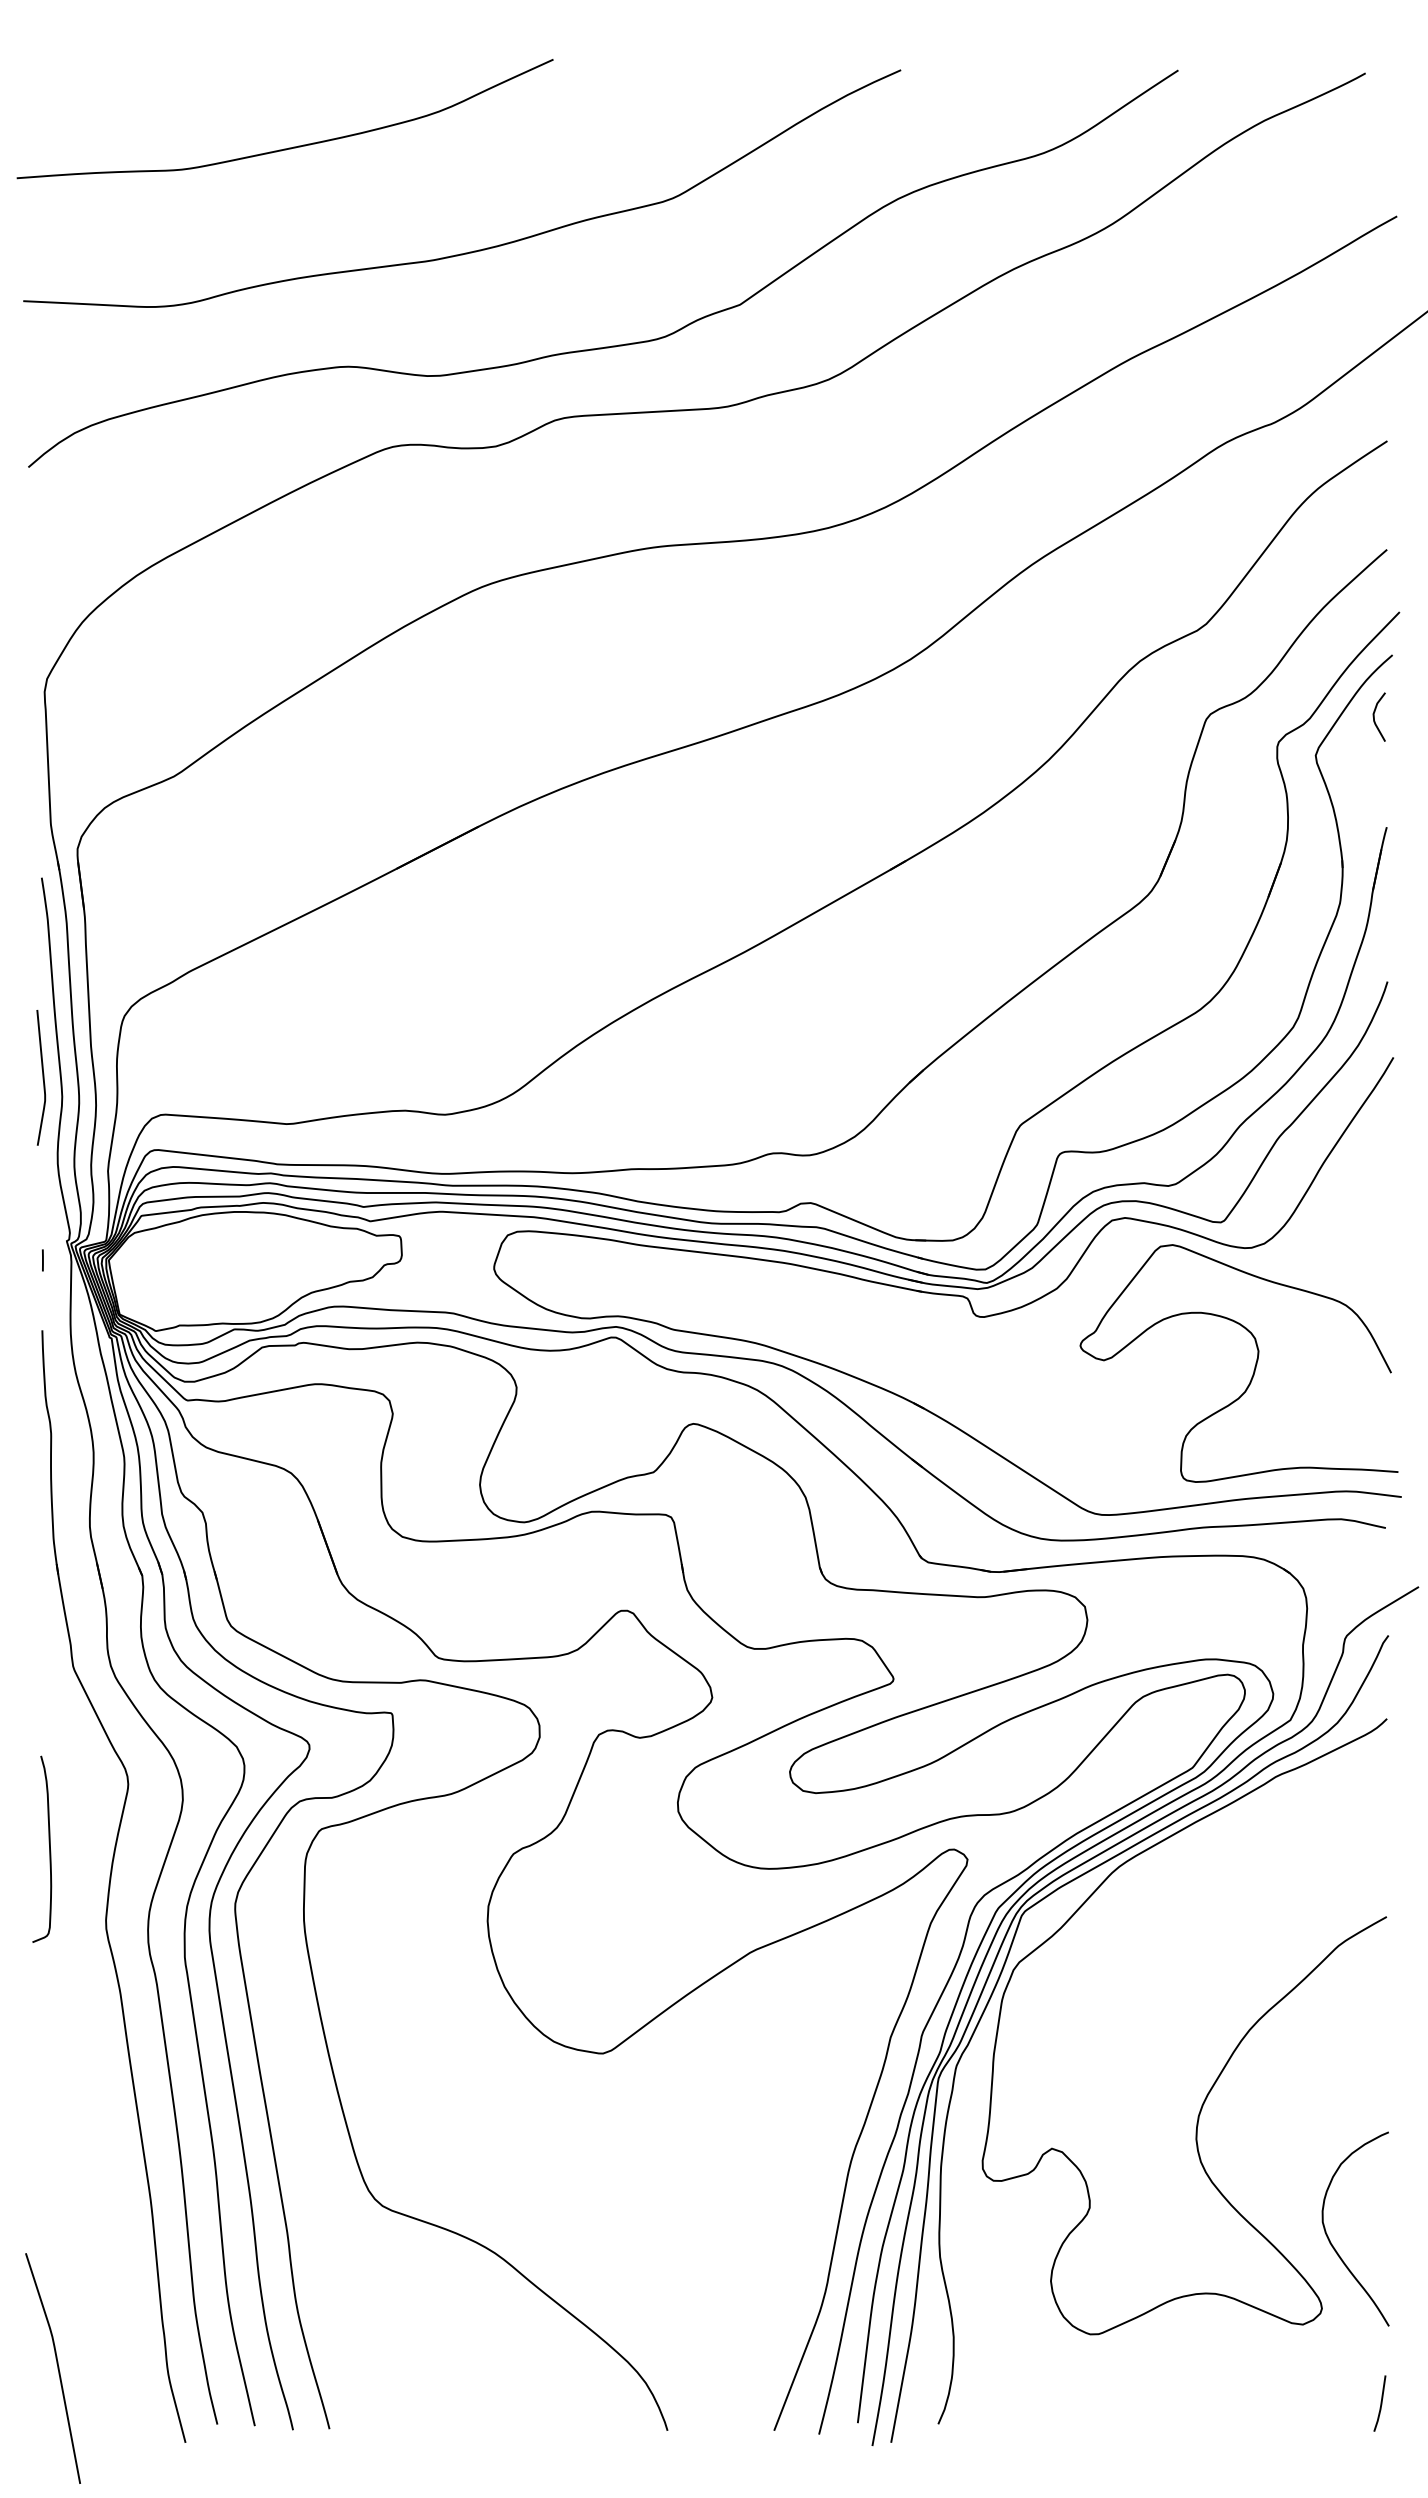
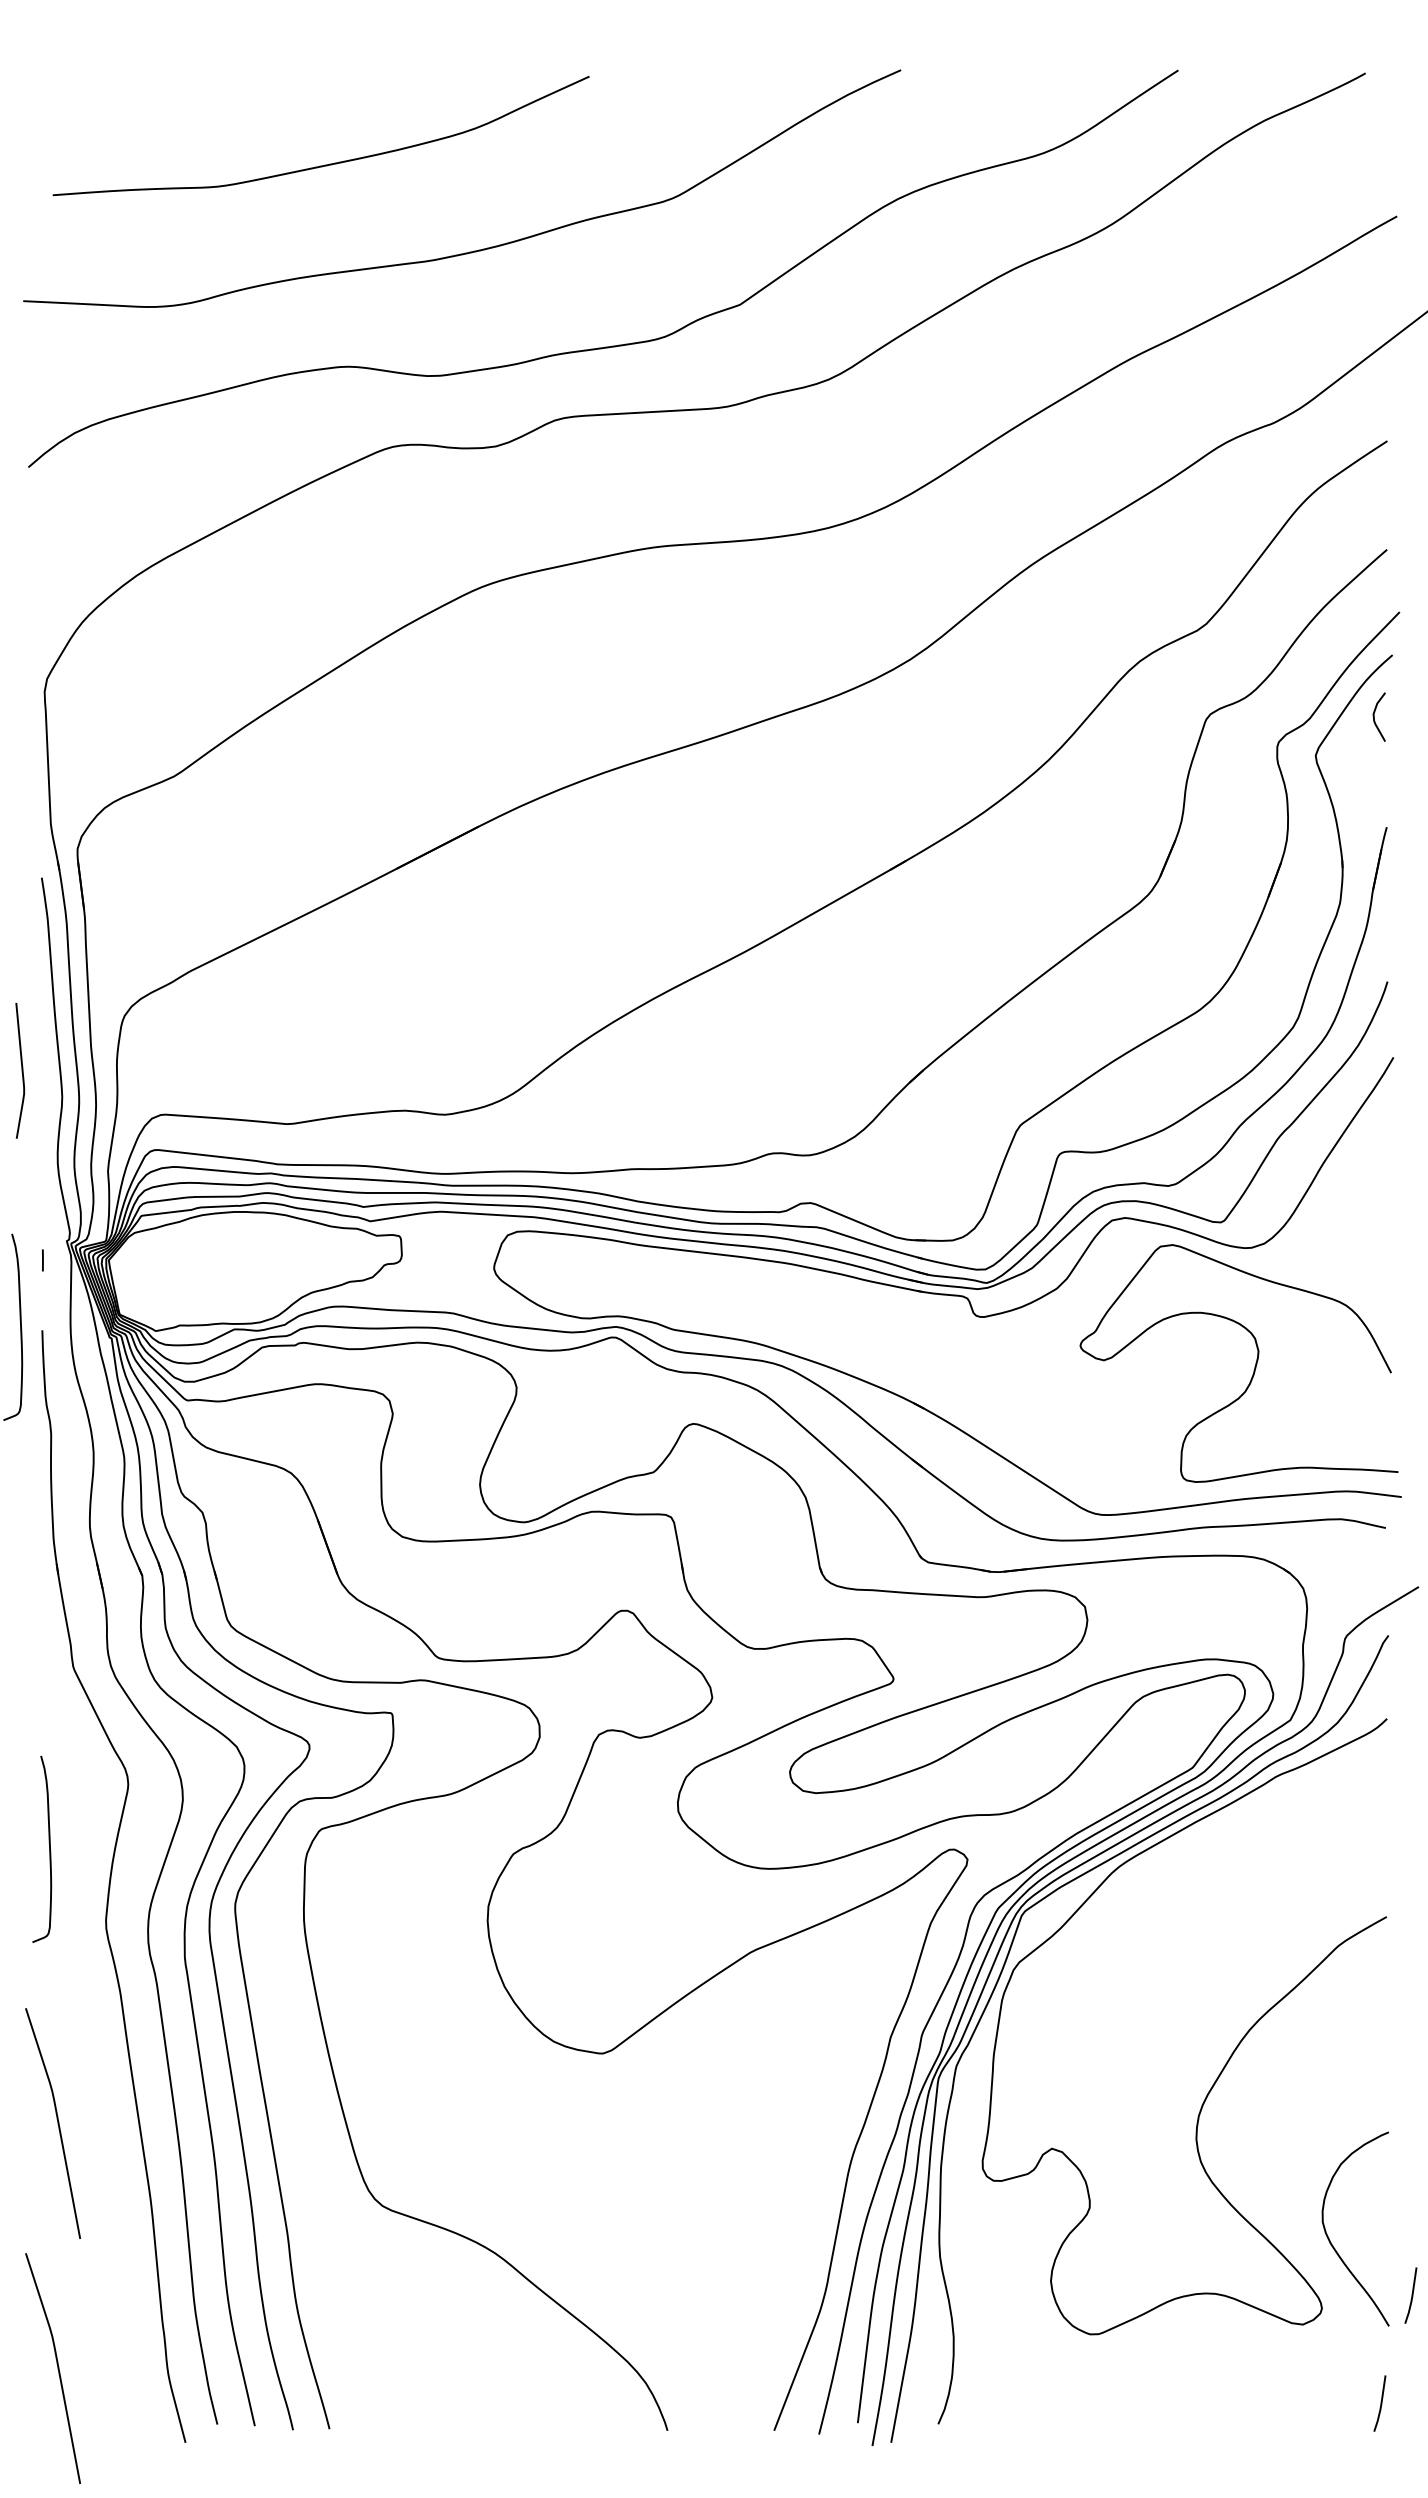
curve at (288, 147) position: (288, 147) -> (324, 164)
curve at (42, 1077) position: (42, 1077) -> (21, 1070)
curve at (20, 1326): none -> present
curve at (57, 2123): none -> present
line at (1411, 2295): none -> present
